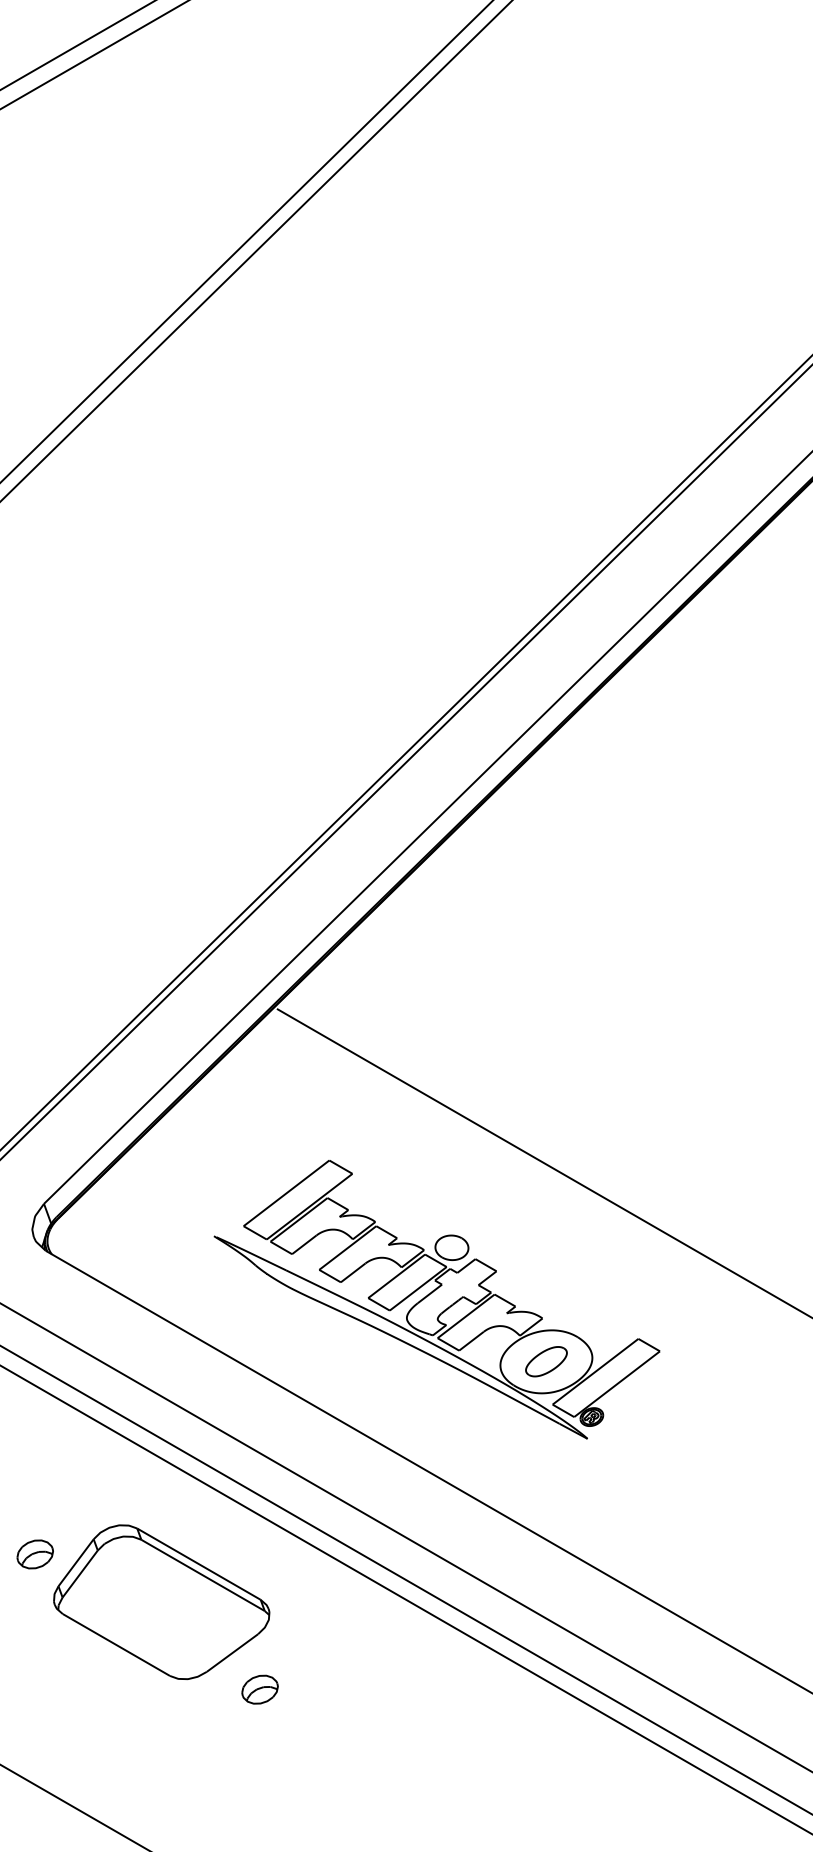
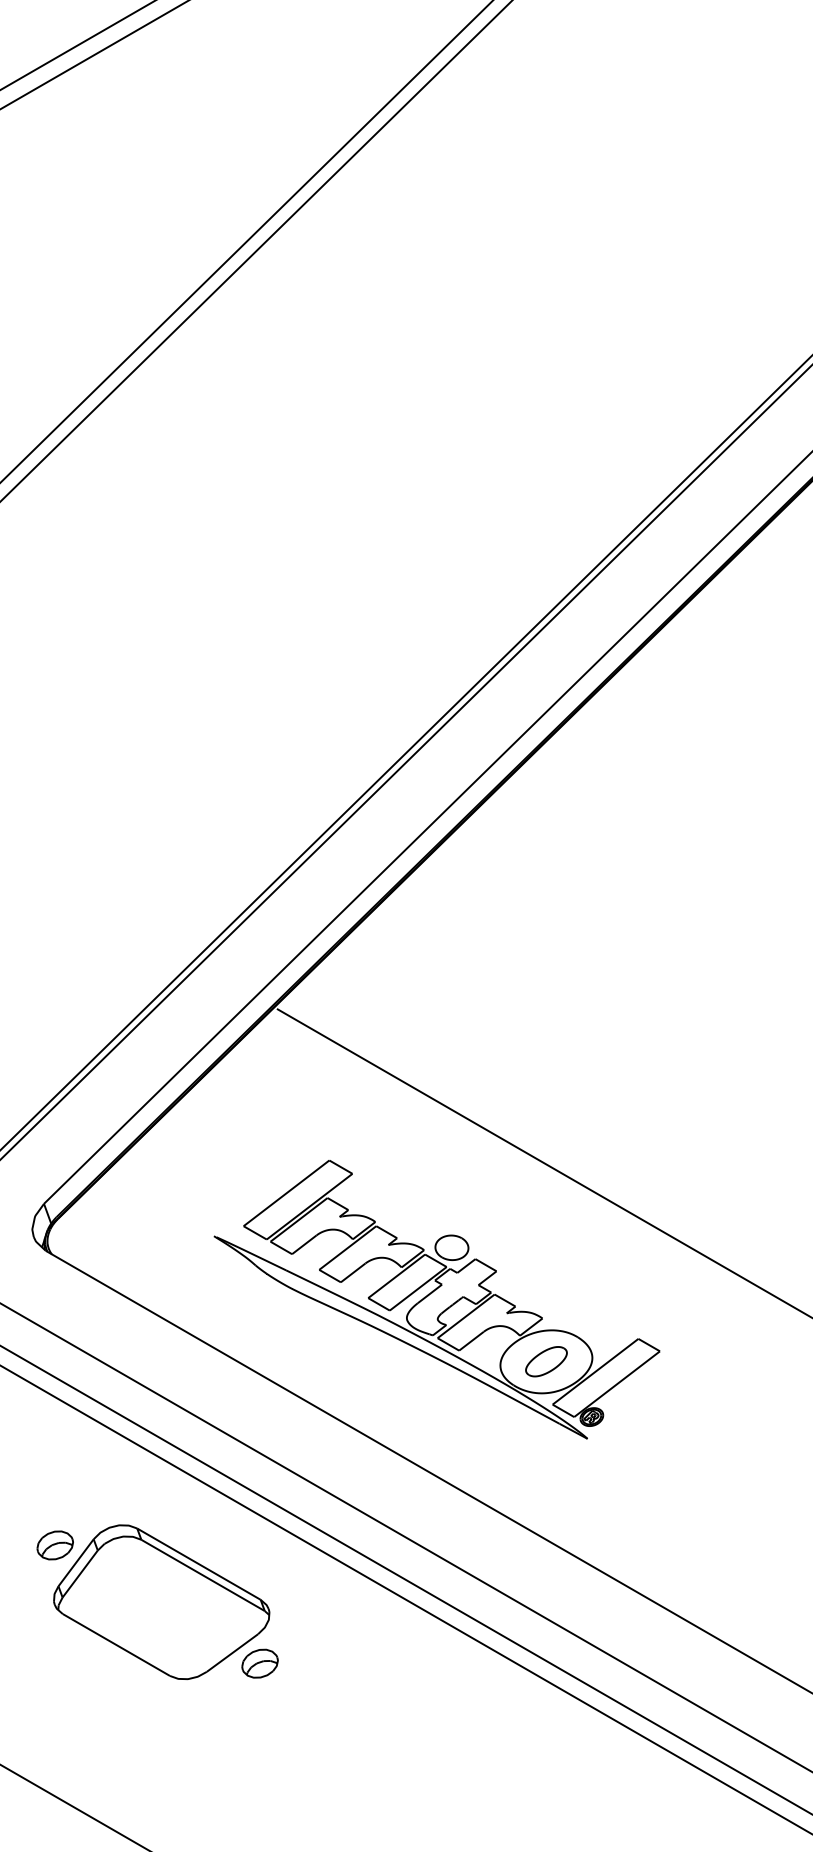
part at (34, 1554) position: (34, 1554) -> (54, 1545)
part at (259, 1689) position: (259, 1689) -> (259, 1663)
